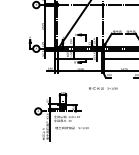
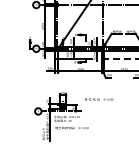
line at (120, 58): solid -> dashed
text at (103, 88) position: (103, 88) -> (99, 99)
